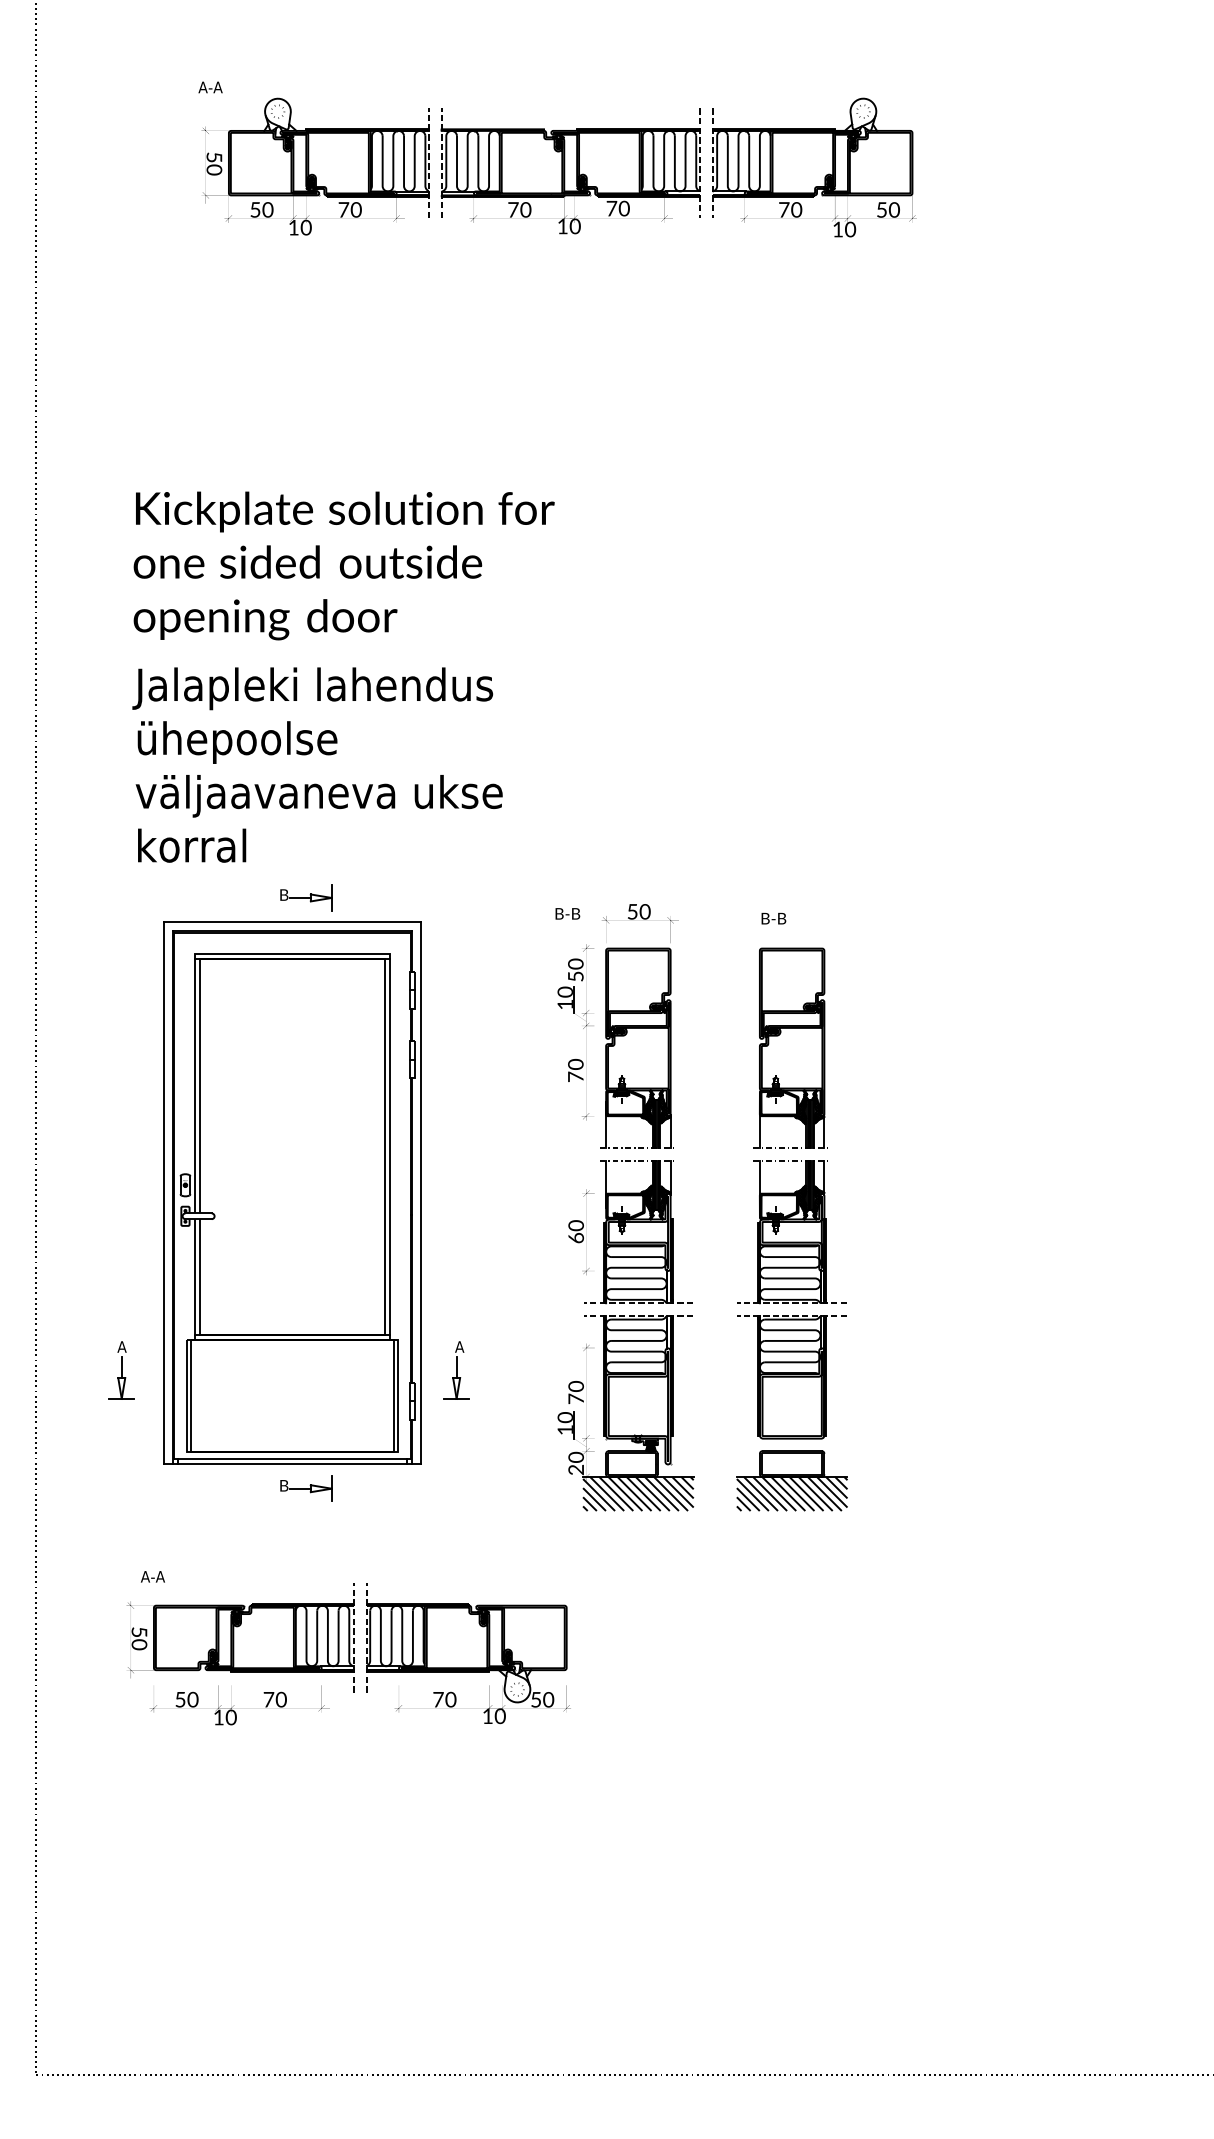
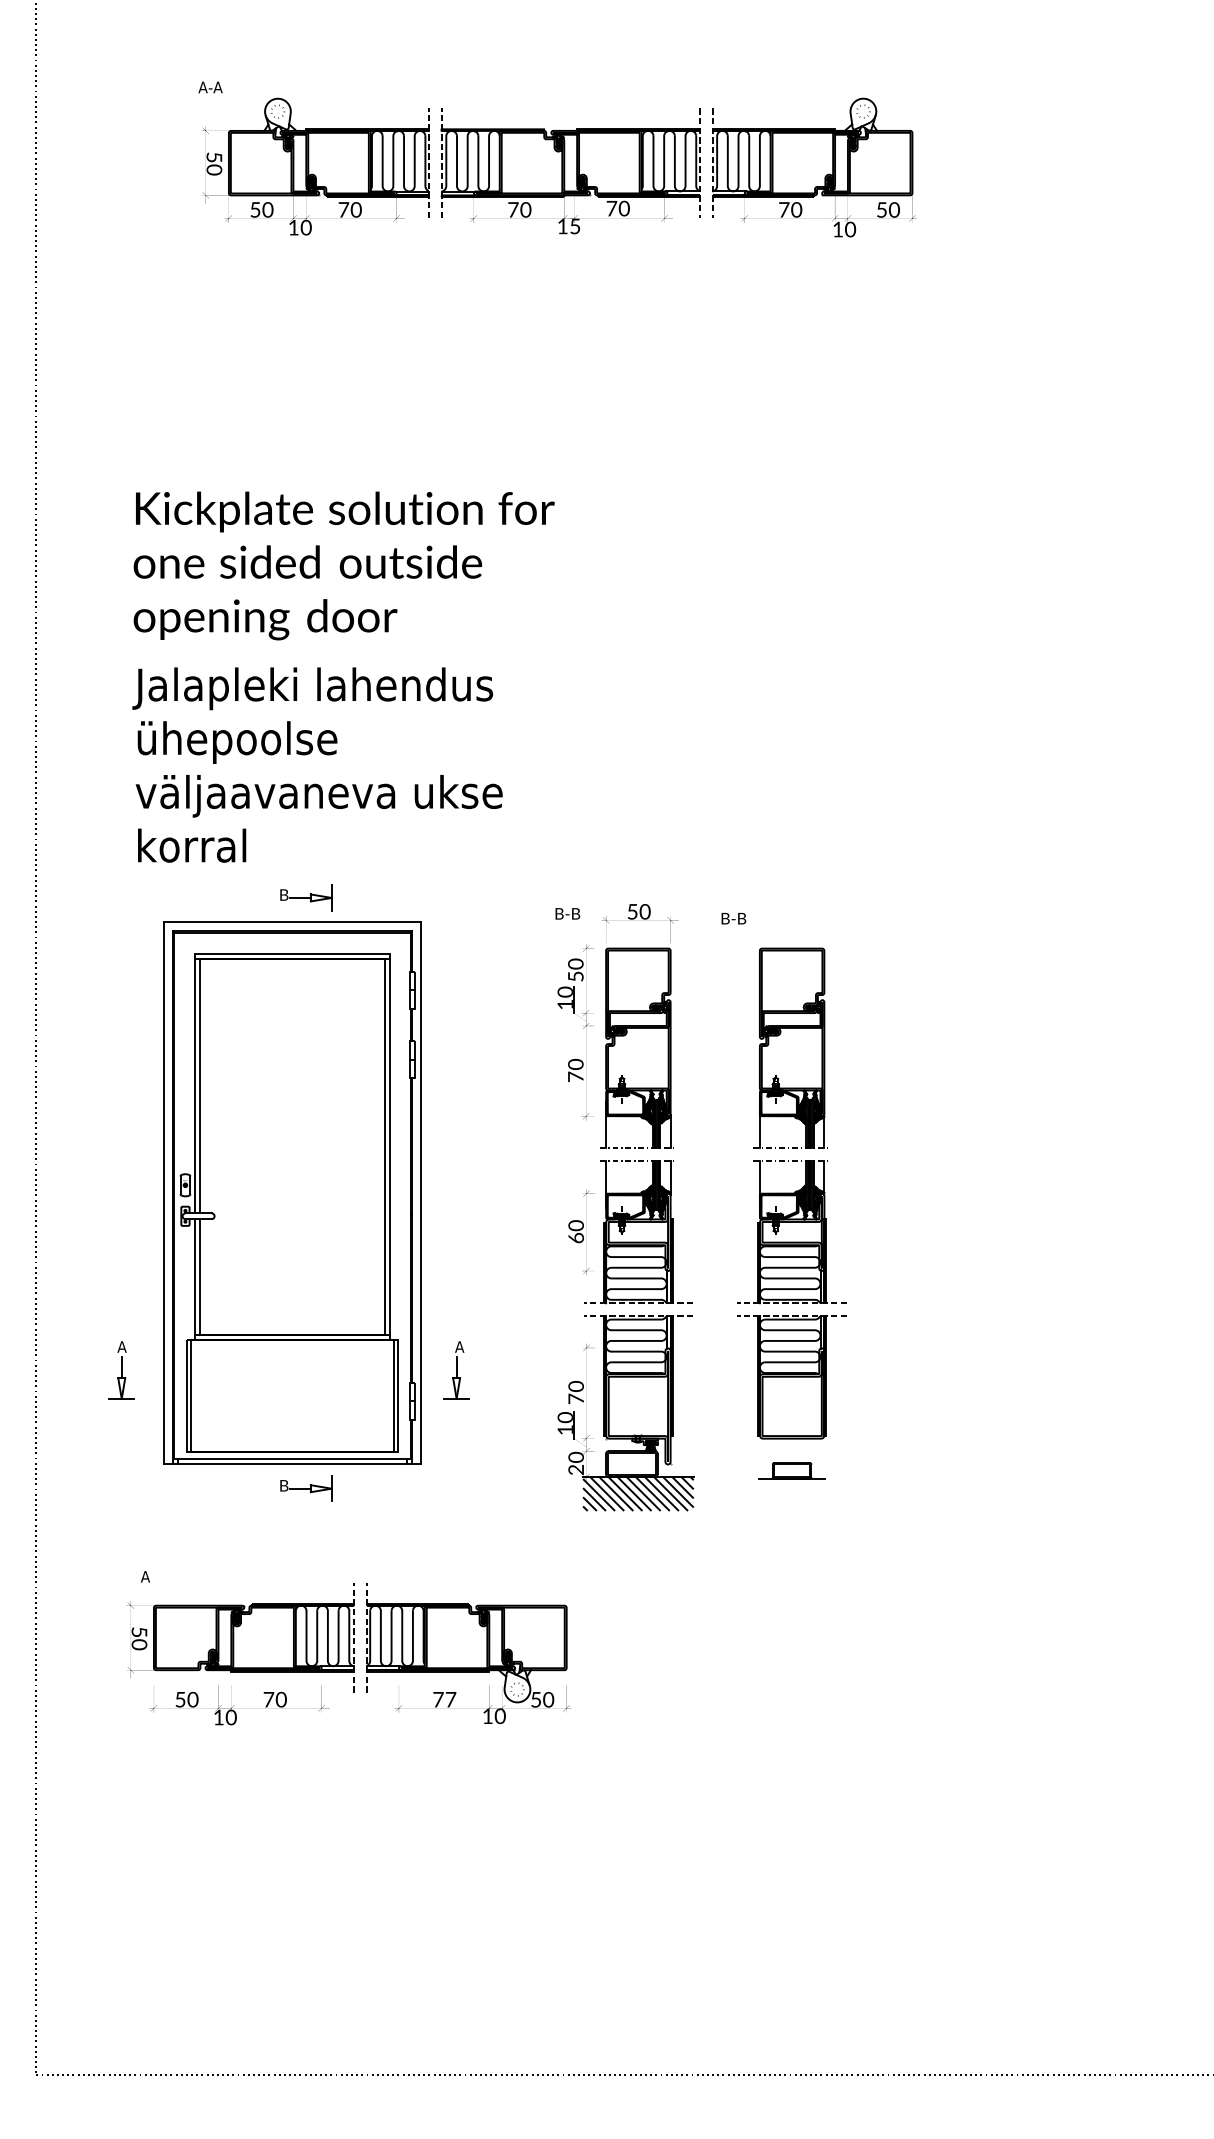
text at (574, 226): 10 -> 15
text at (773, 918) position: (773, 918) -> (733, 918)
part at (791, 1480) size: 112x62 px -> 68x18 px
text at (157, 1576): A-A -> A
text at (450, 1699): 70 -> 77
